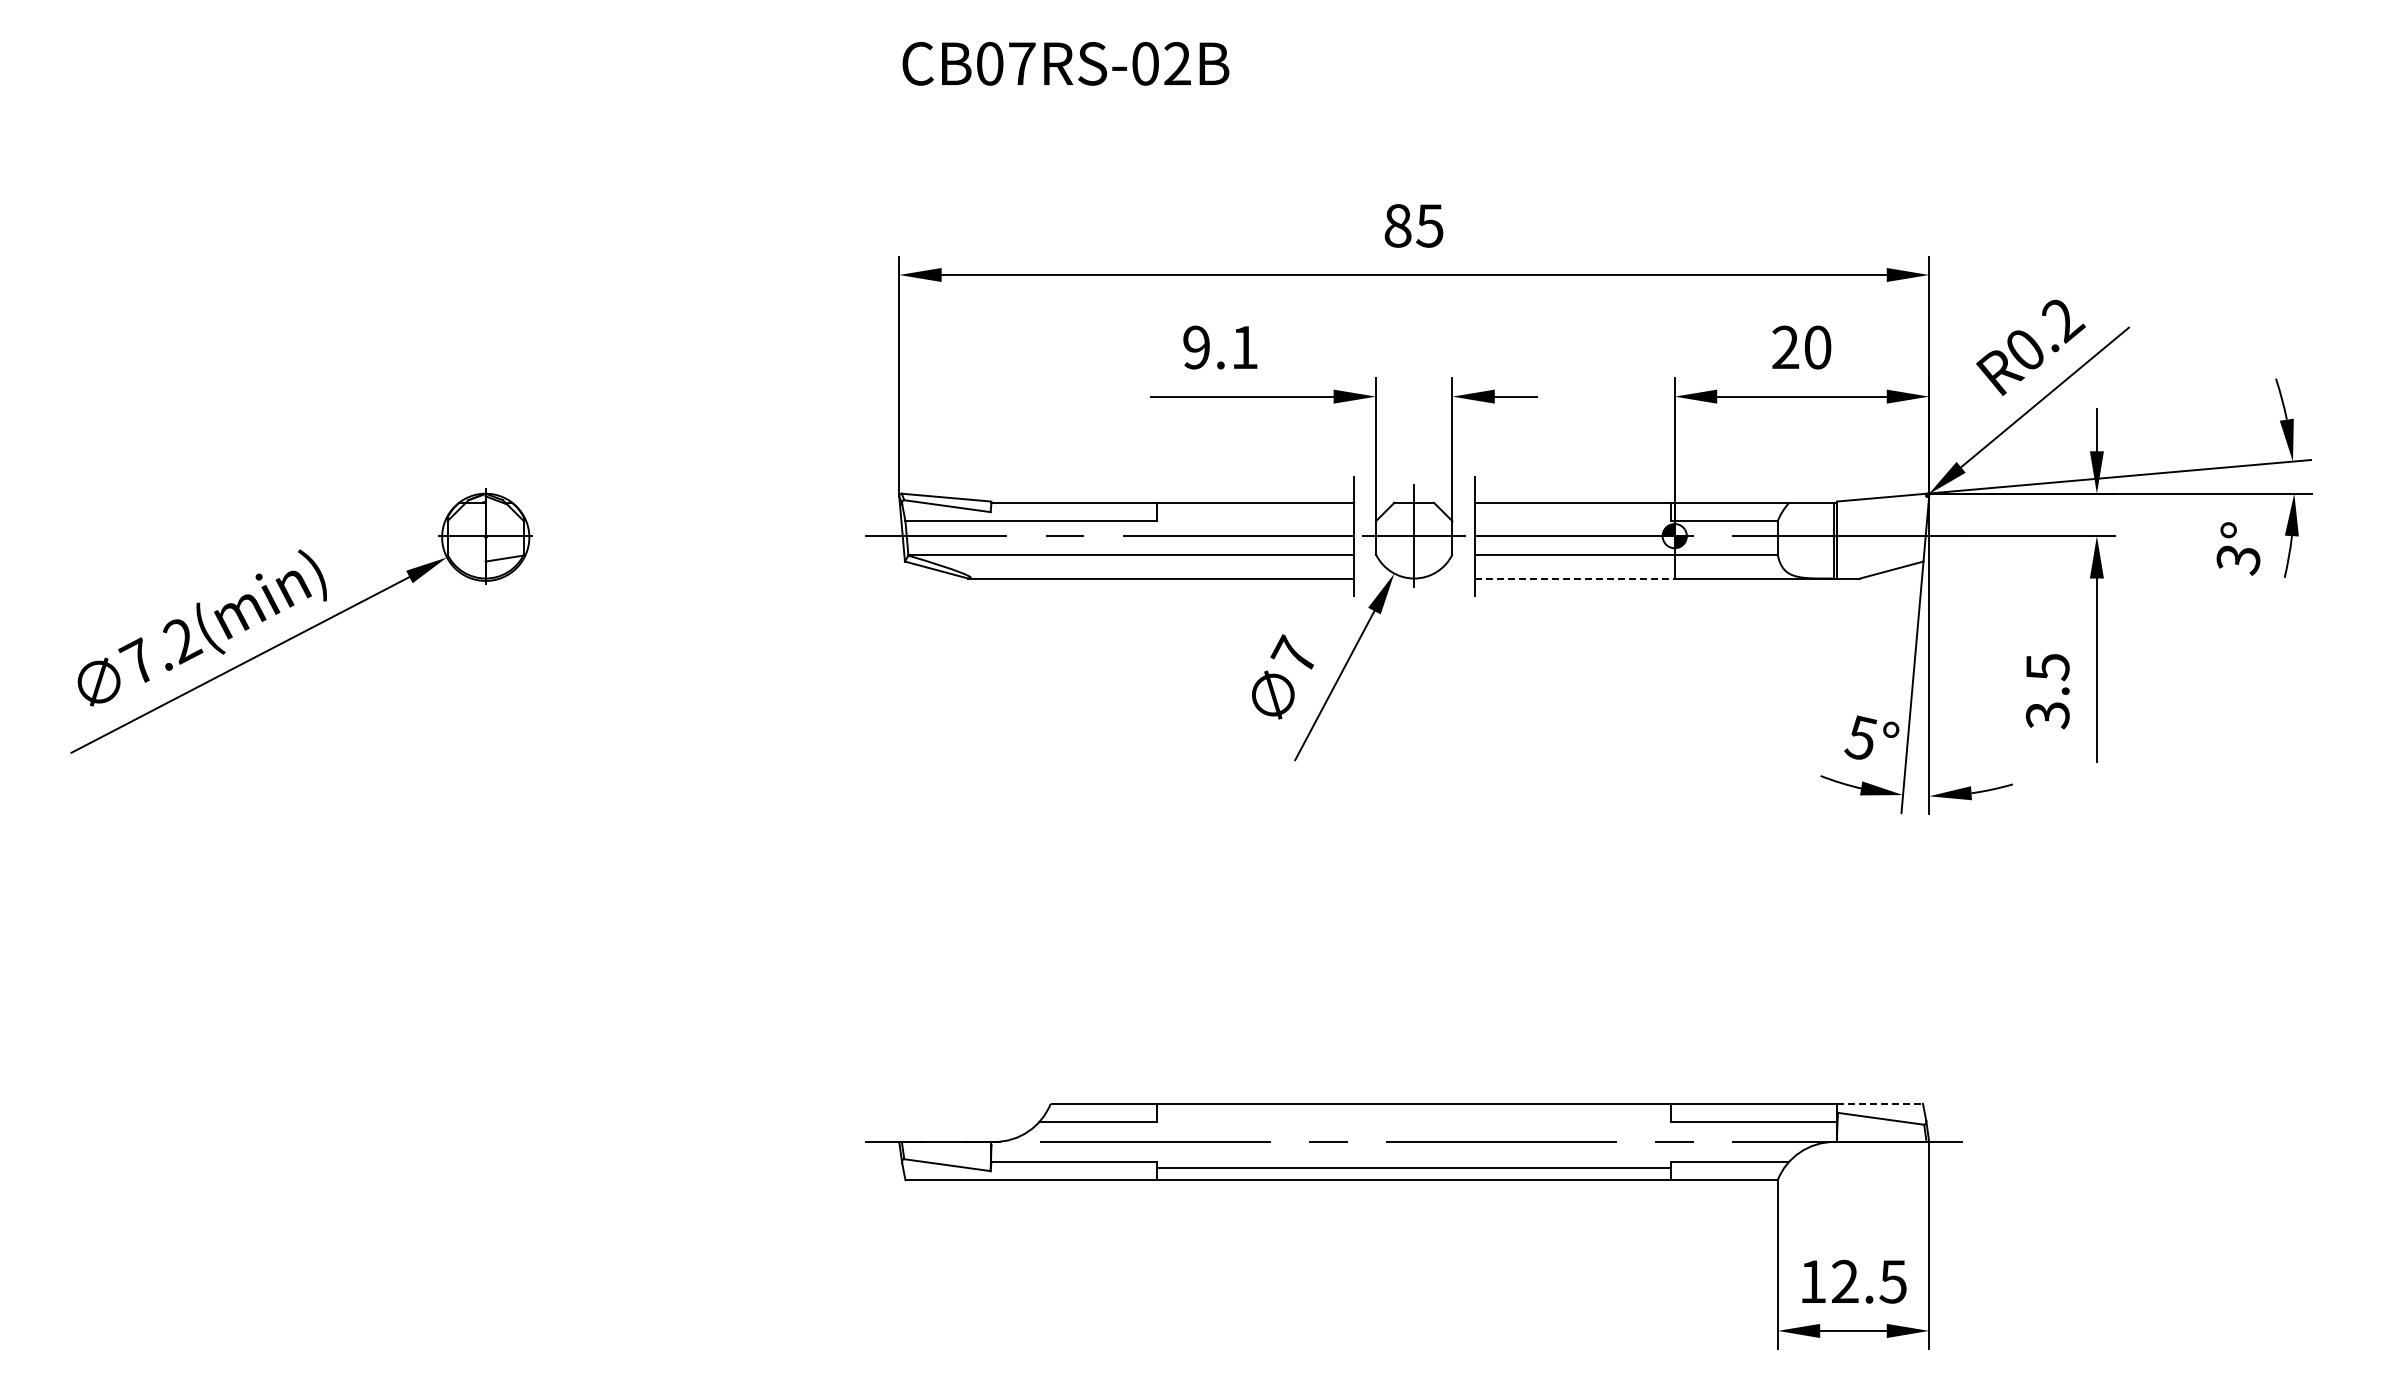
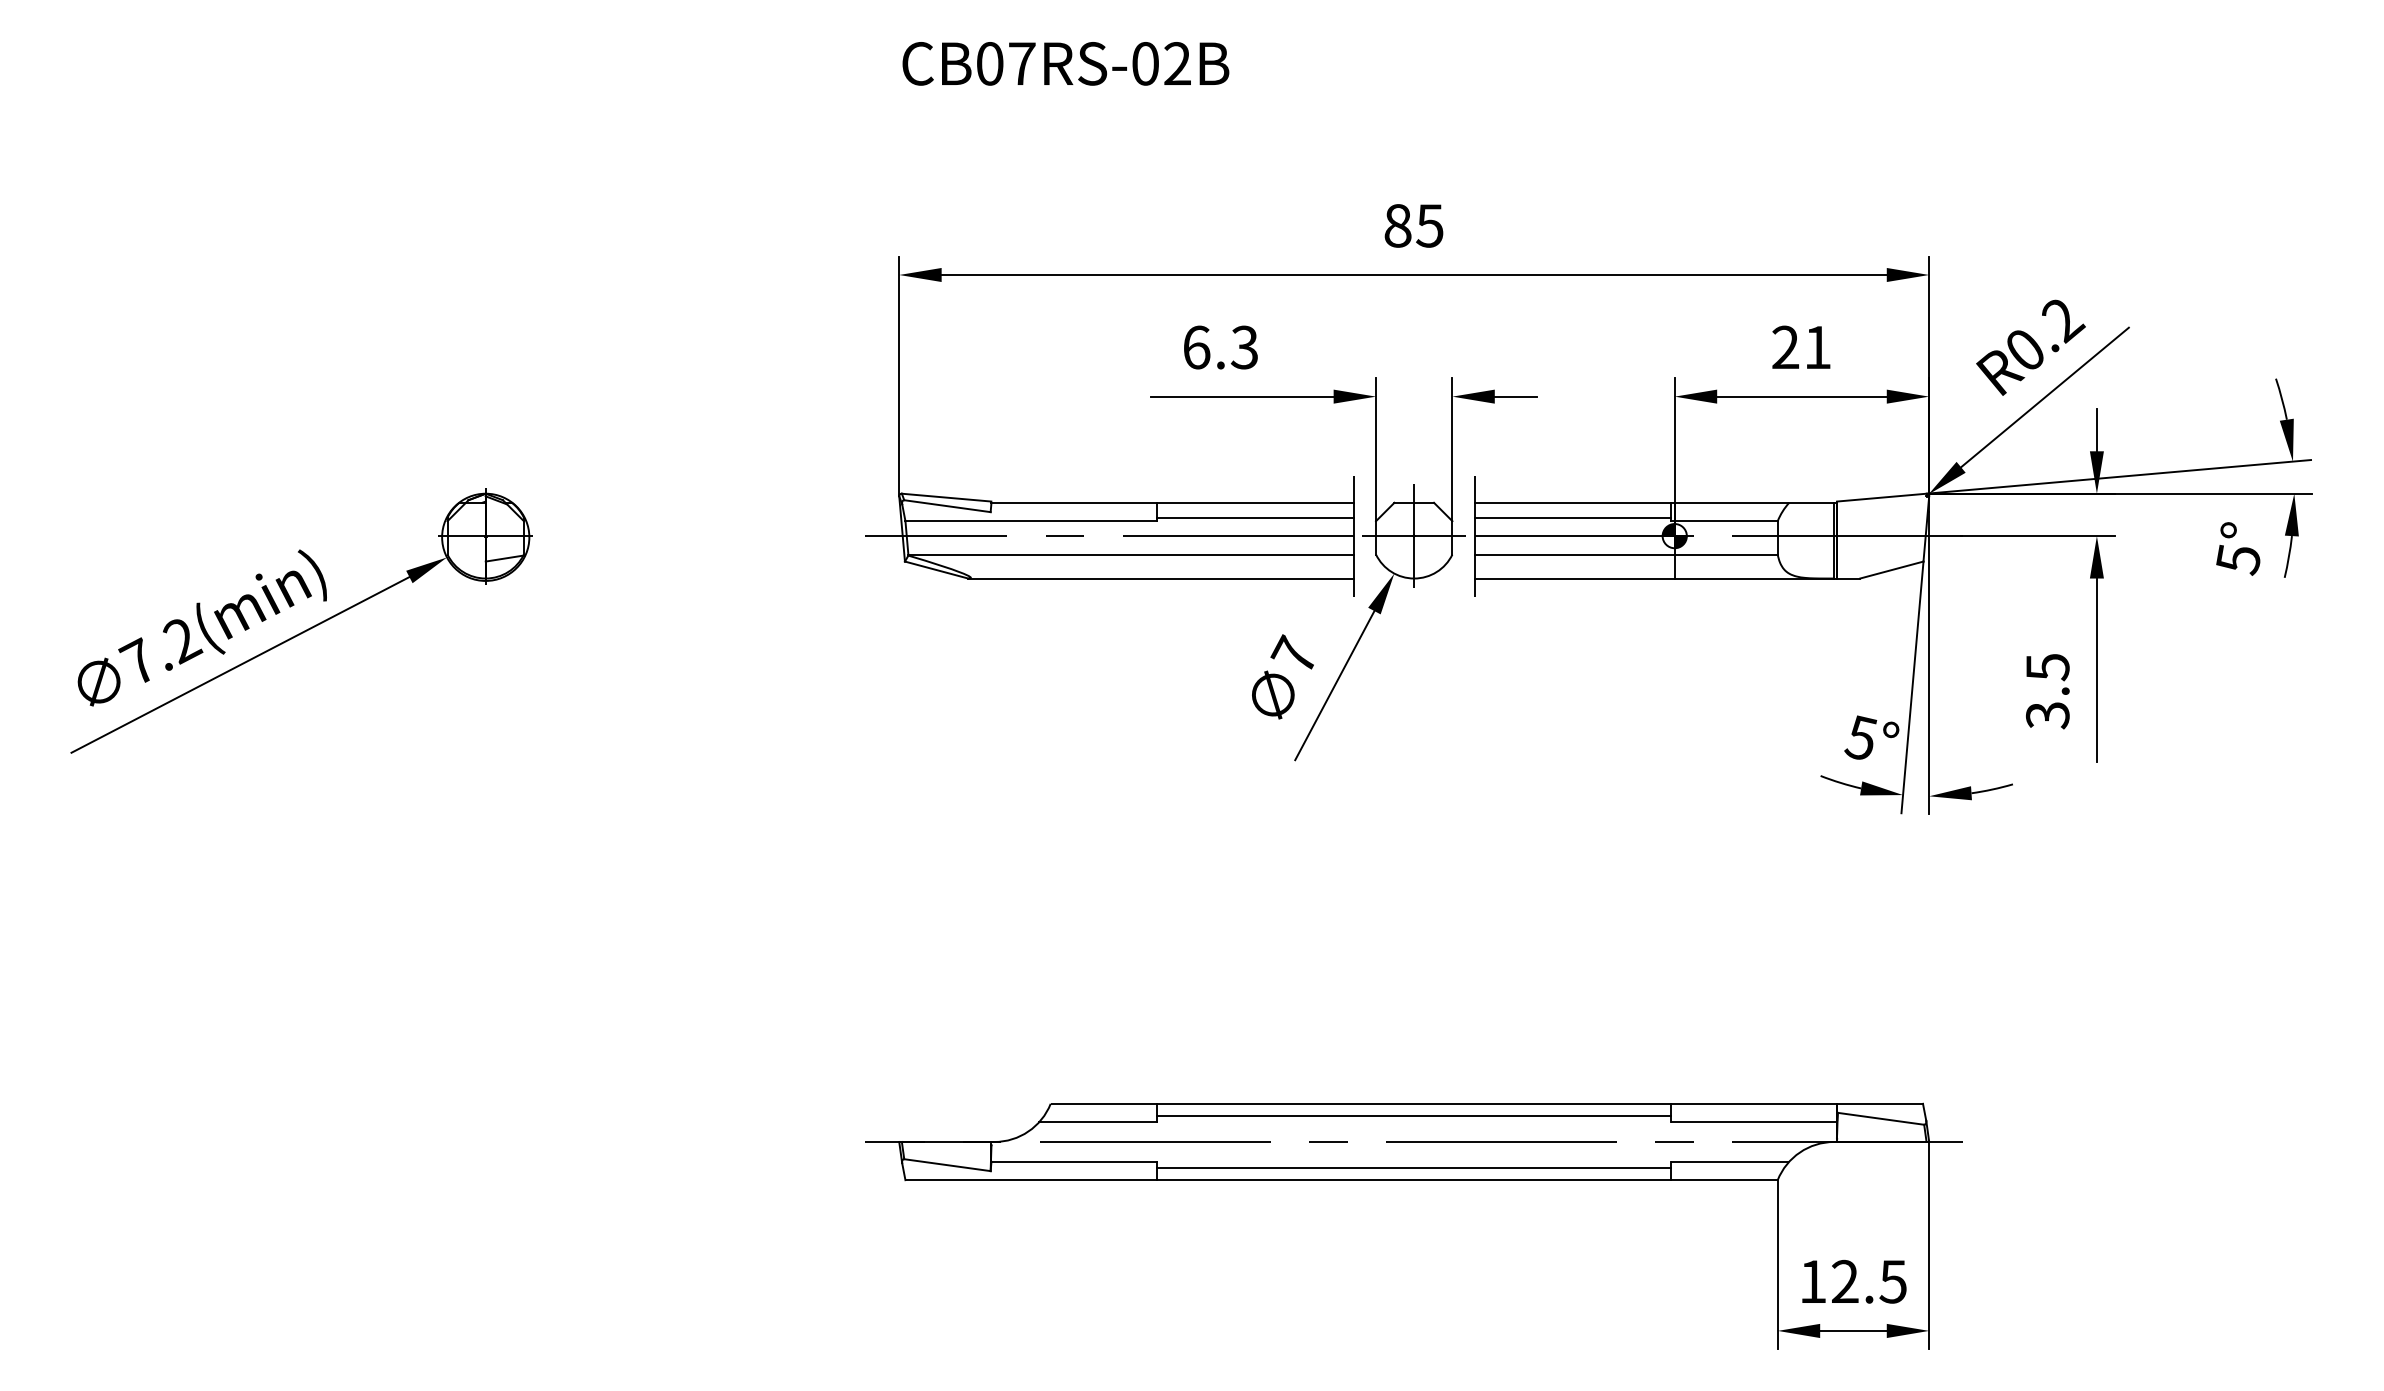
text at (1220, 347): 9.1 -> 6.3
text at (1817, 347): 20 -> 21
line at (1255, 517): none -> present
line at (1572, 517): none -> present
text at (2238, 559): 3° -> 5°
line at (1574, 578): dashed -> solid
line at (1880, 1103): dashed -> solid
line at (1414, 1115): none -> present
